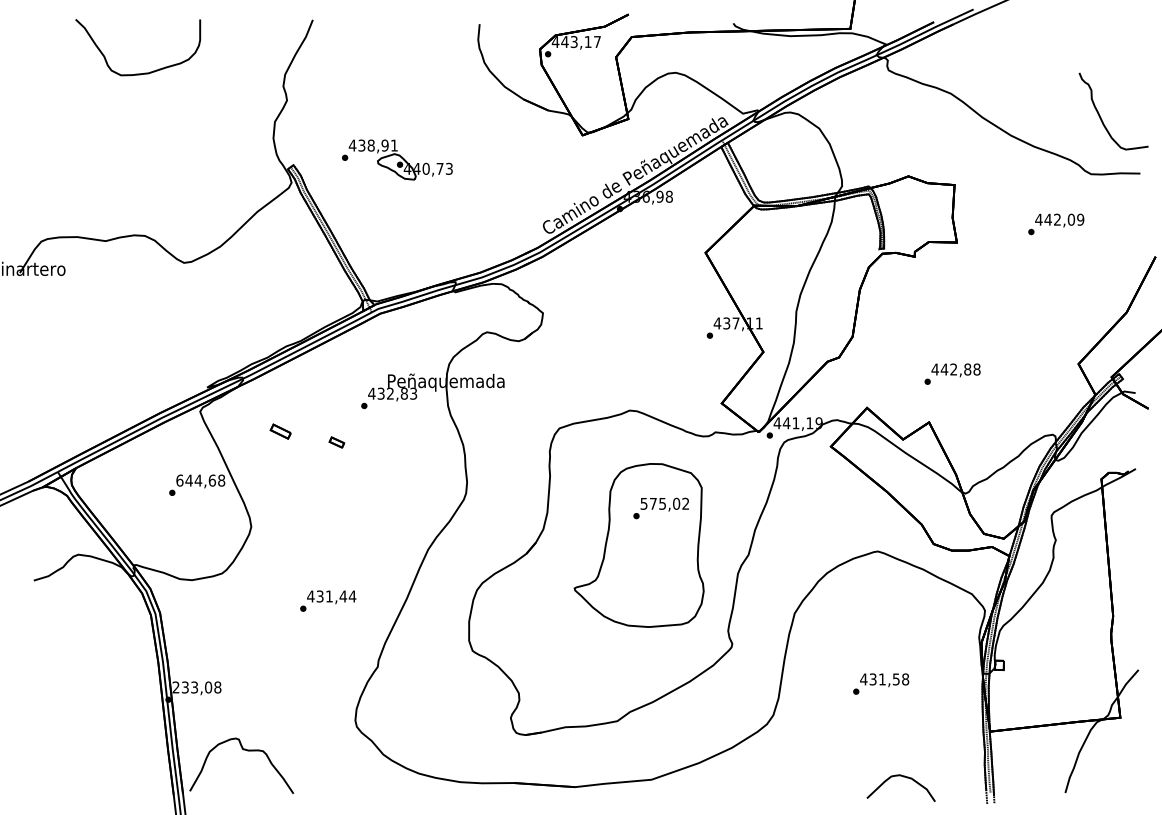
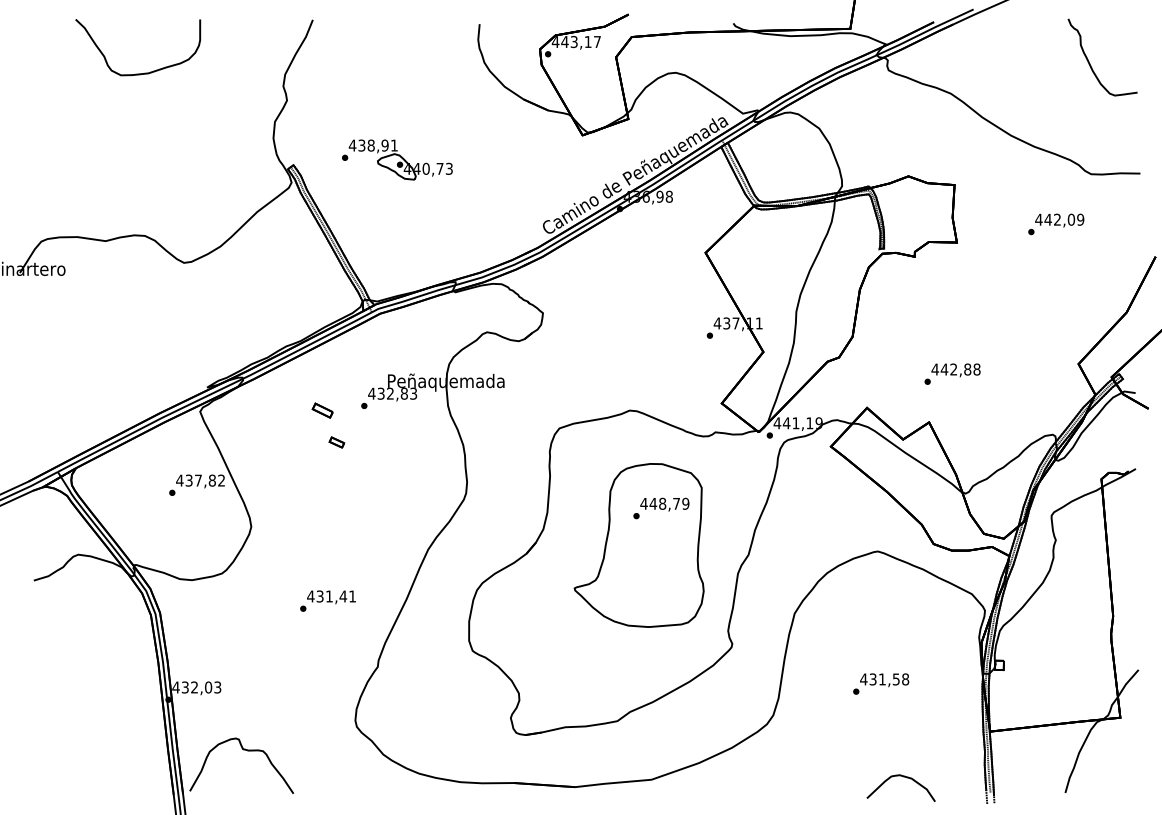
part at (1101, 117) position: (1101, 117) -> (1090, 63)
part at (280, 431) position: (280, 431) -> (322, 410)
text at (200, 480): 644,68 -> 437,82
text at (664, 503): 575,02 -> 448,79
text at (352, 596): 431,44 -> 431,41
text at (196, 687): 233,08 -> 432,03
